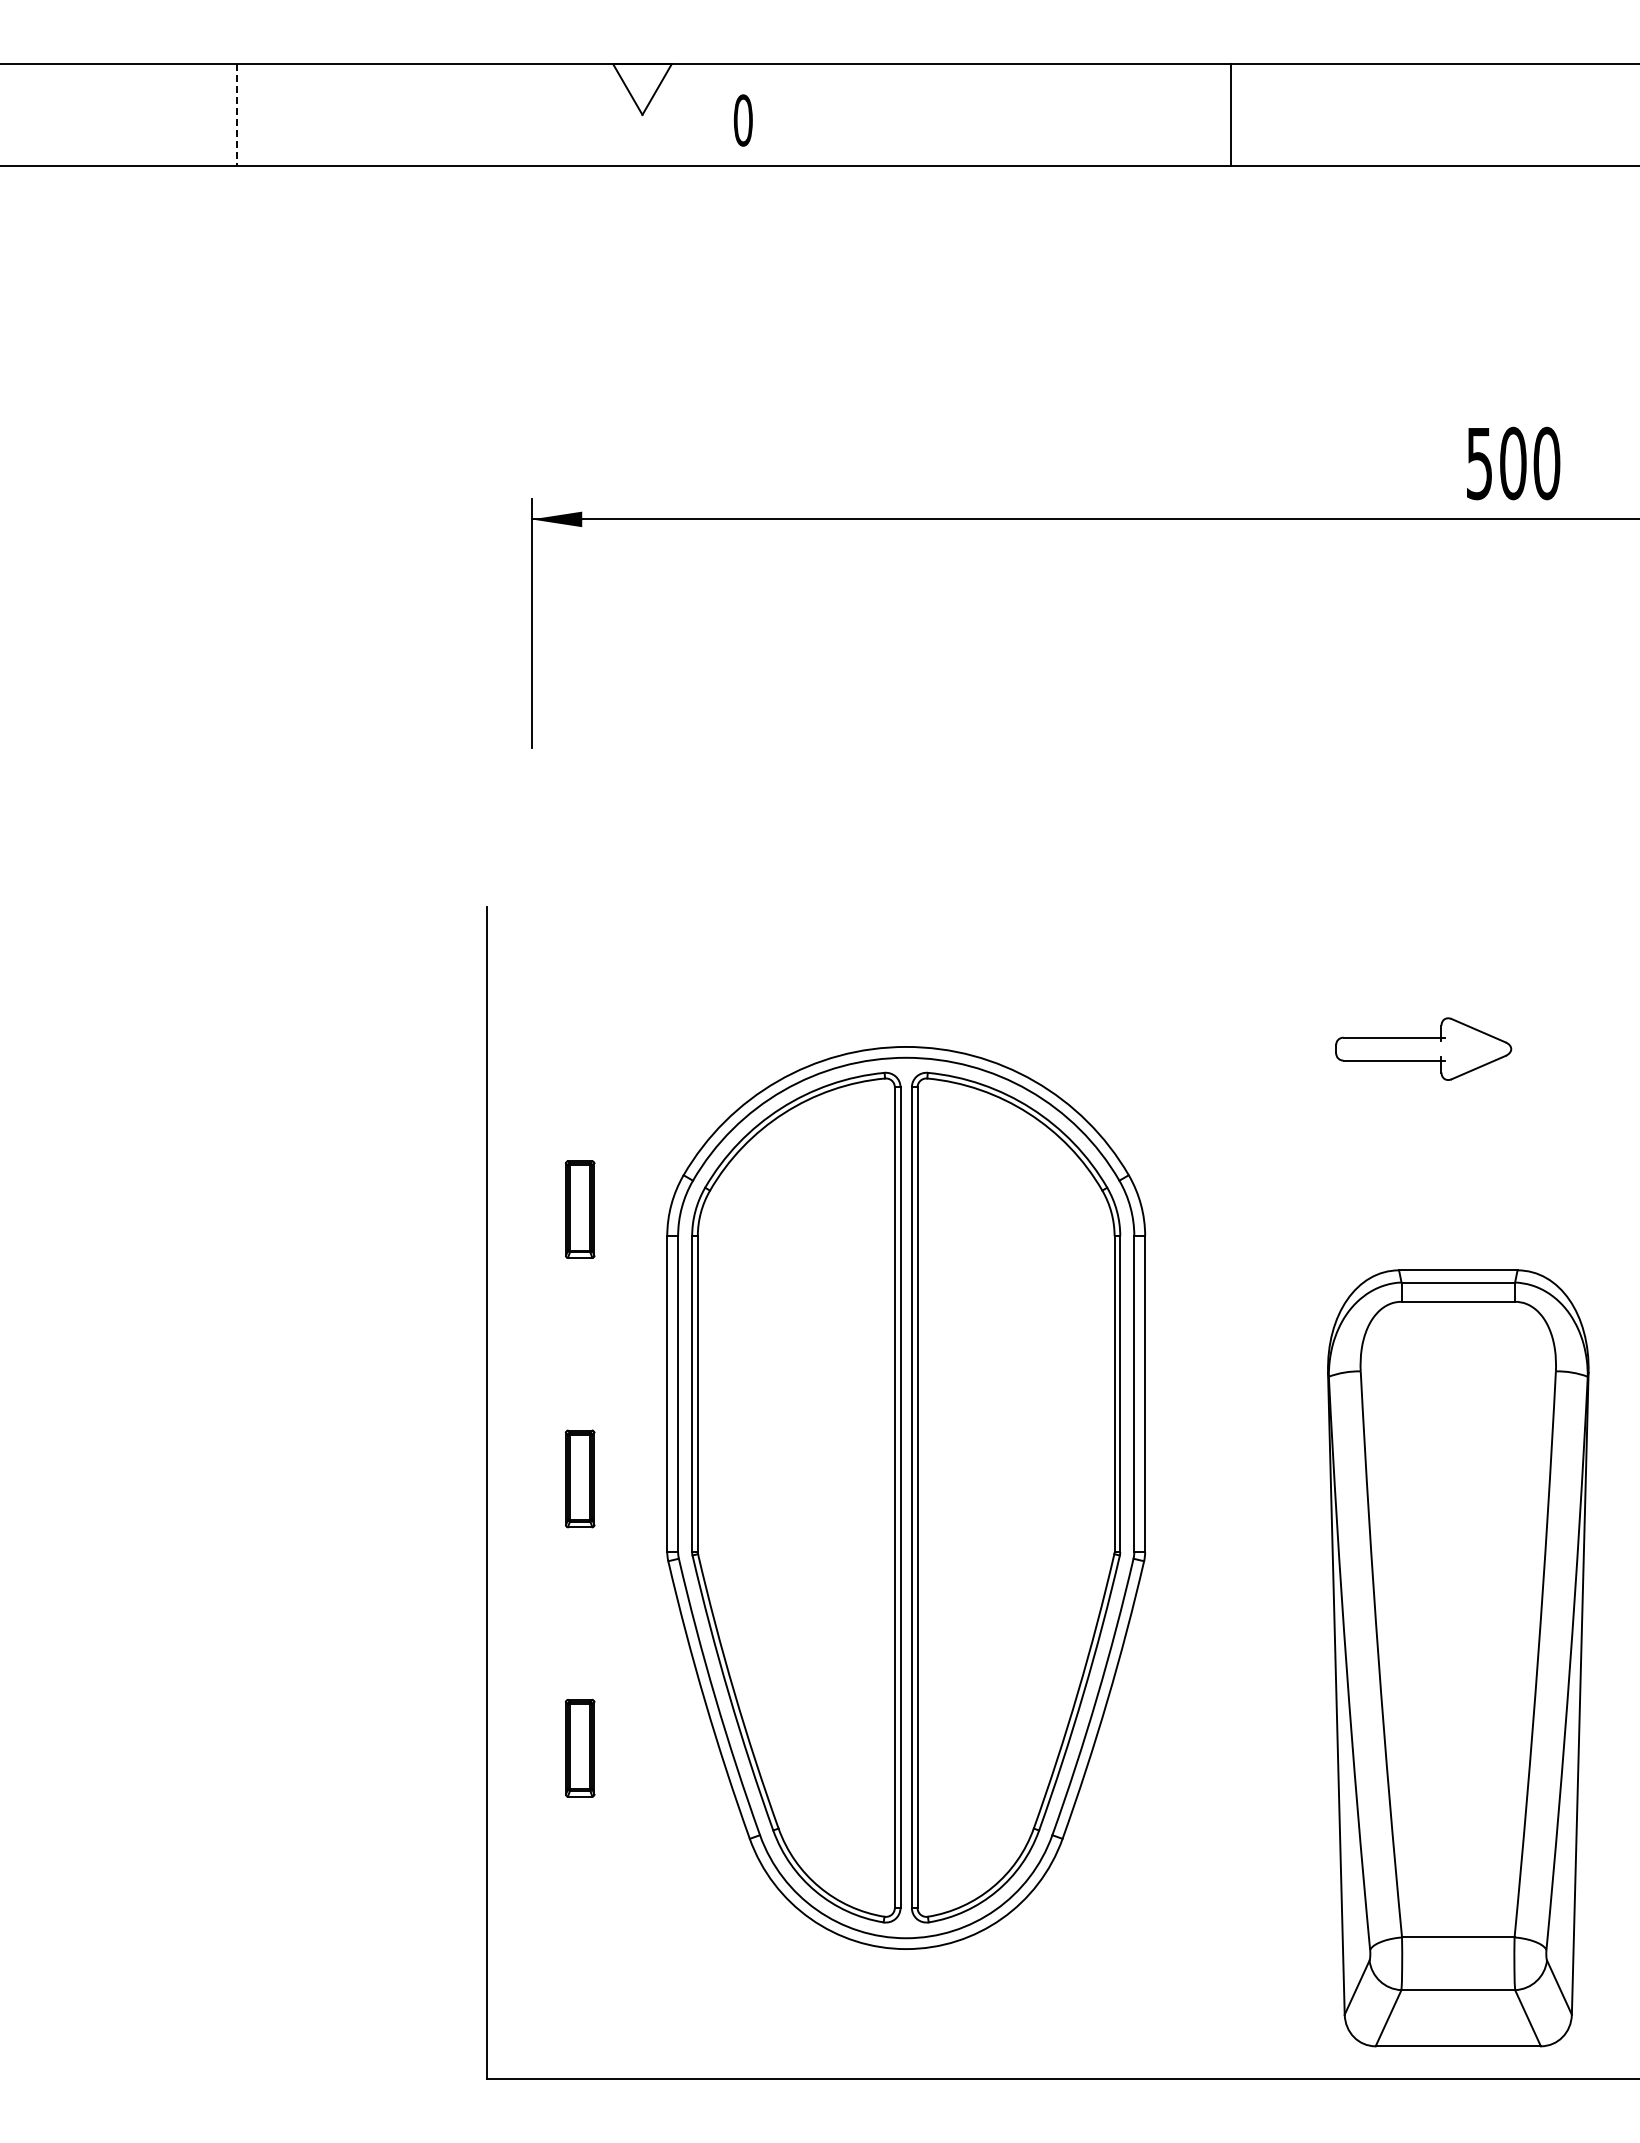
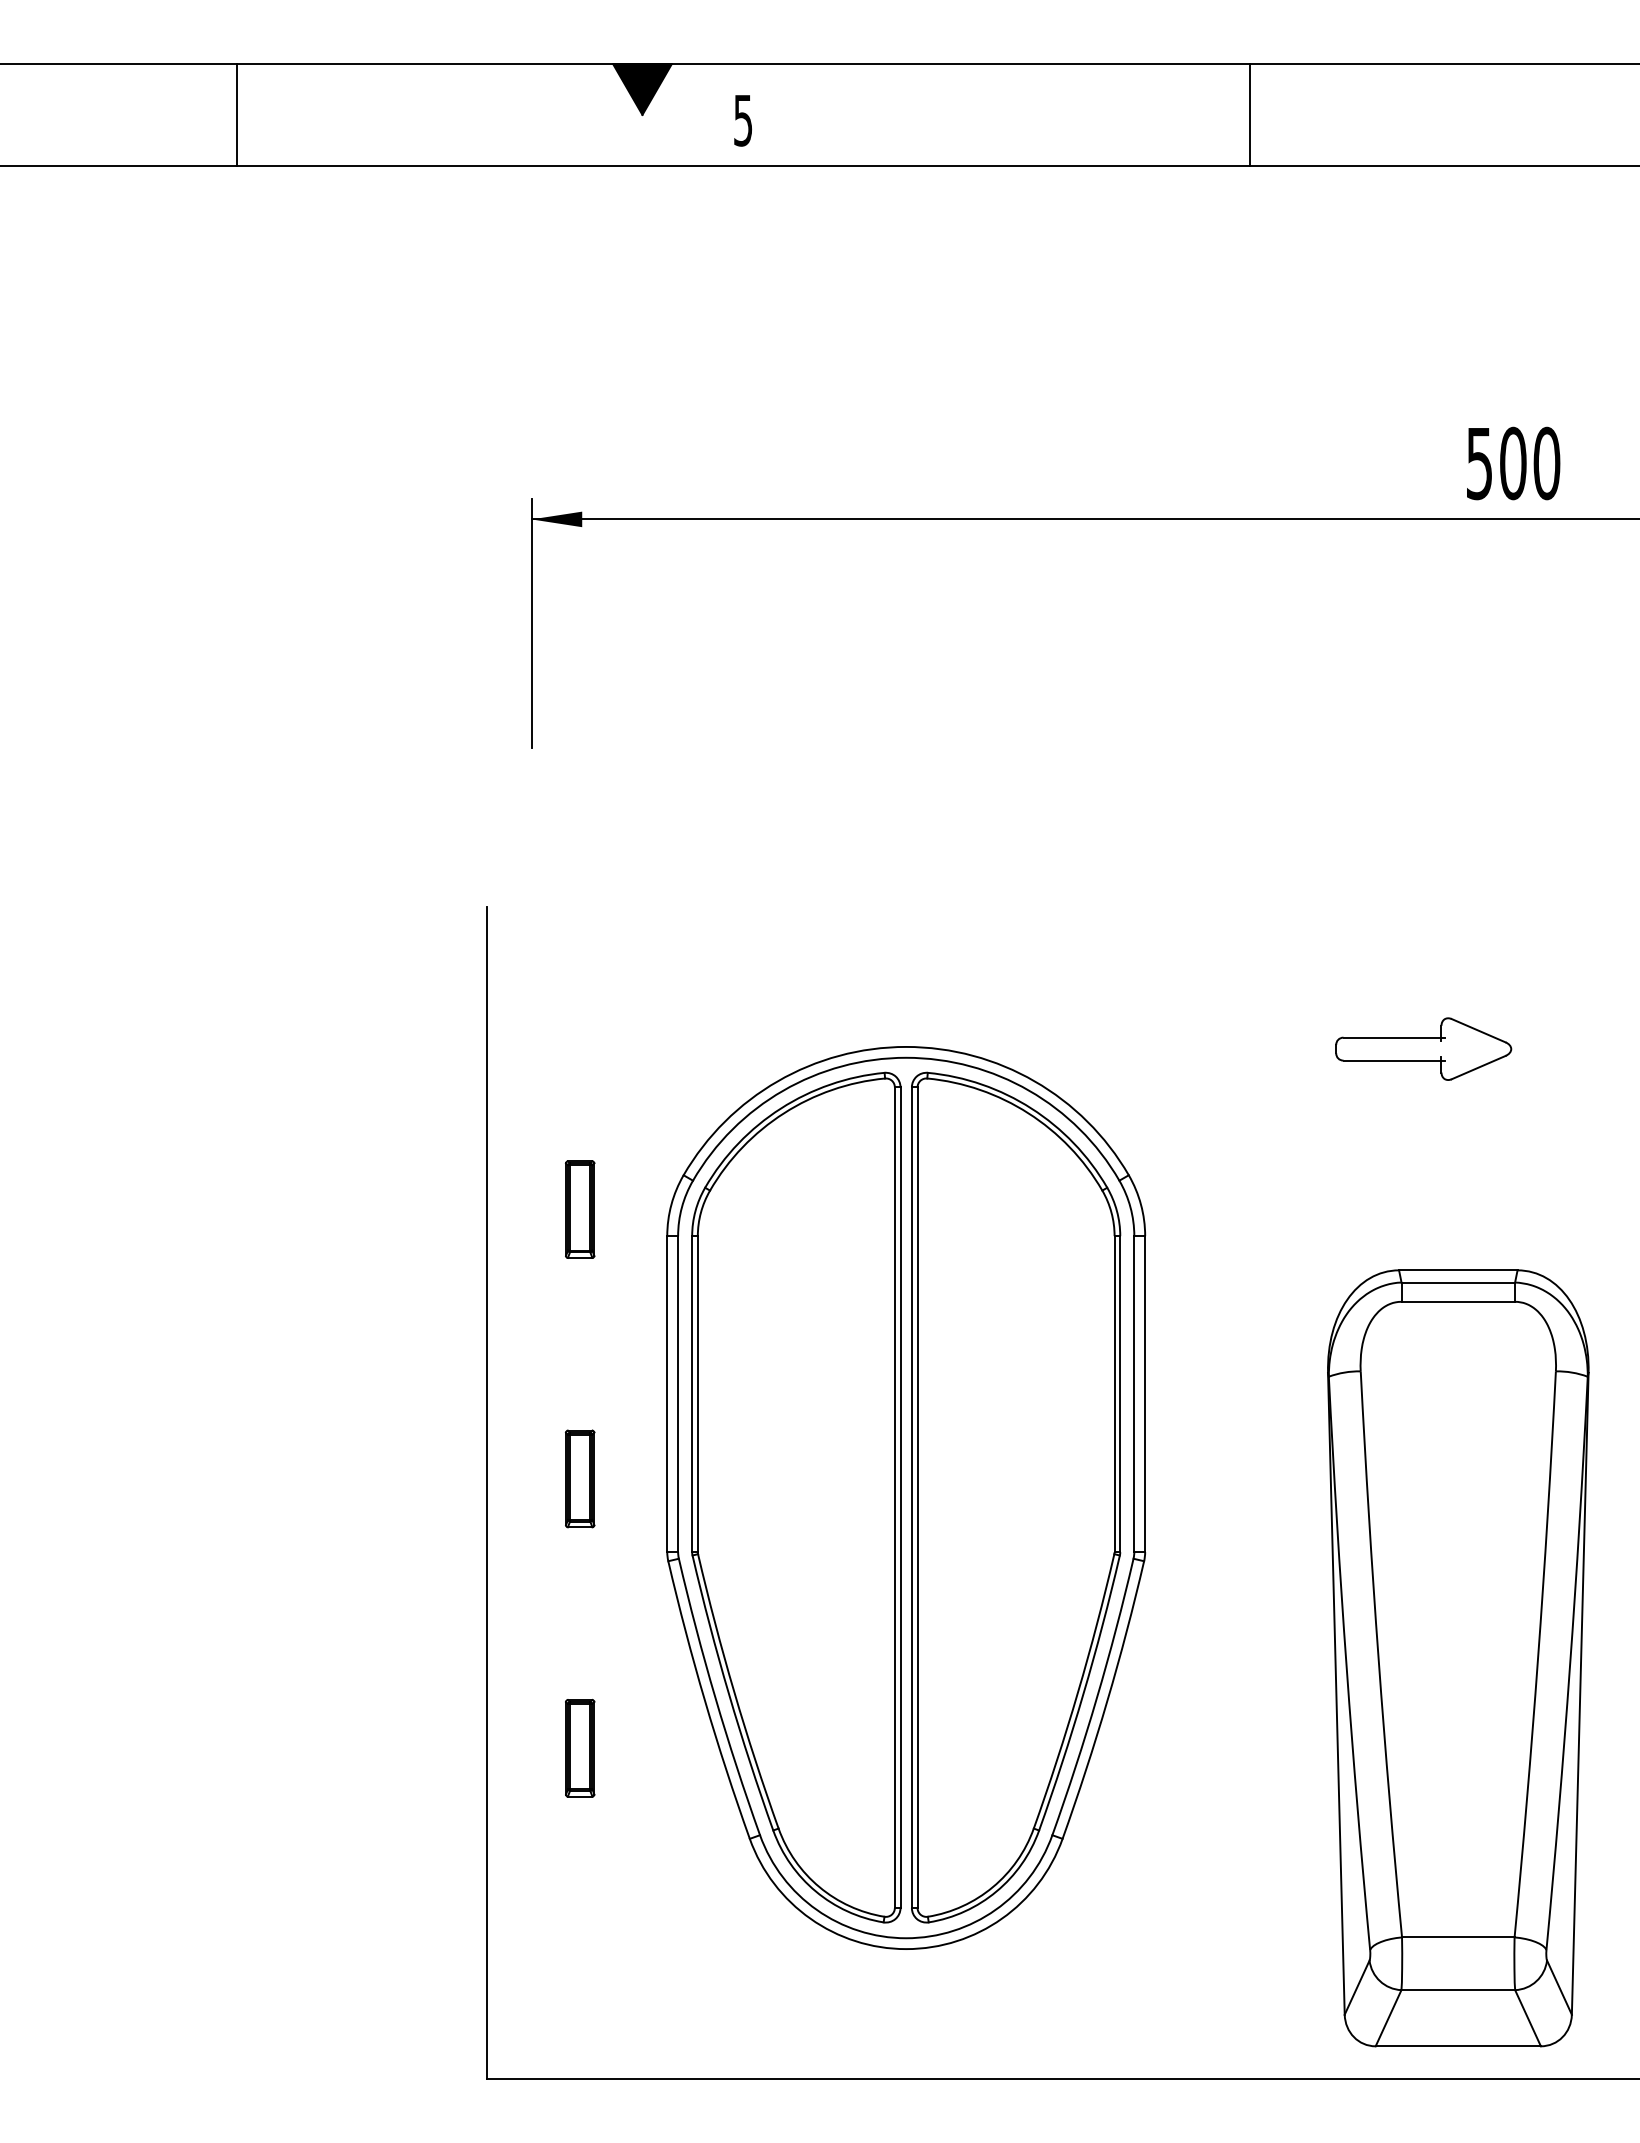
fill at (642, 89): none -> present
line at (237, 114): dashed -> solid
line at (1230, 114) position: (1230, 114) -> (1249, 114)
text at (742, 120): 0 -> 5
